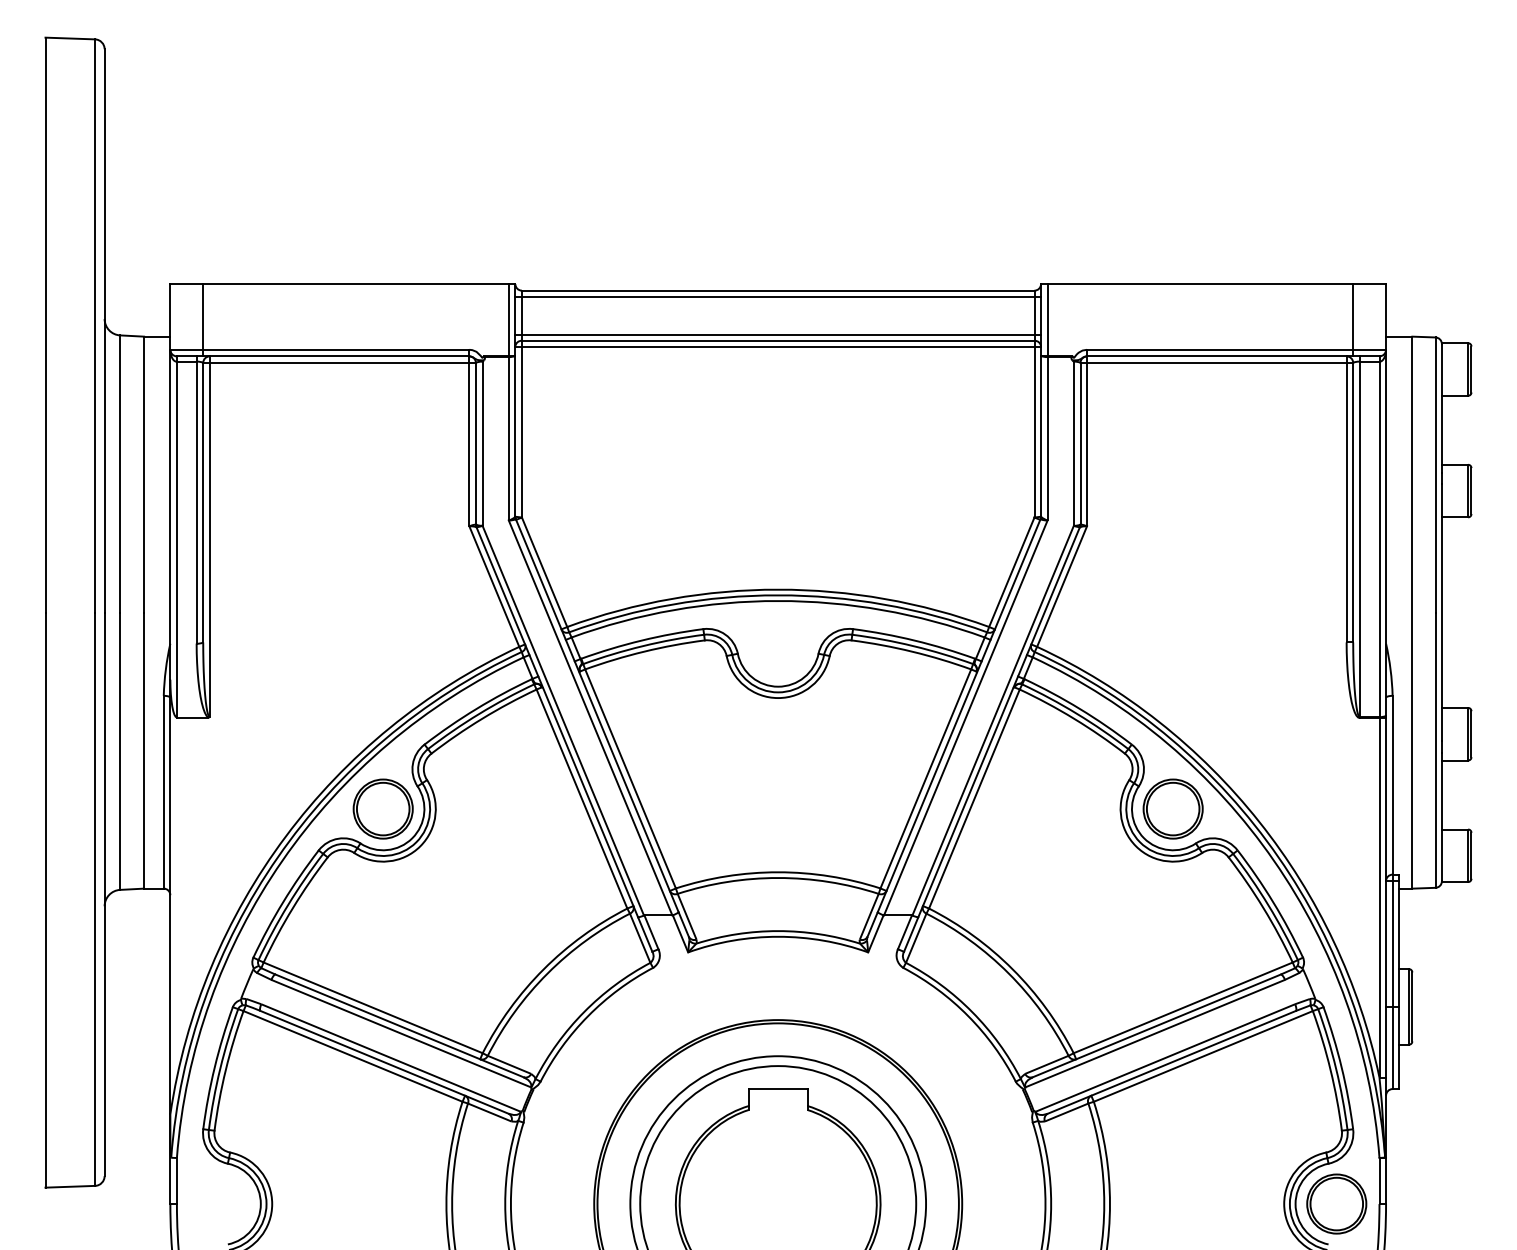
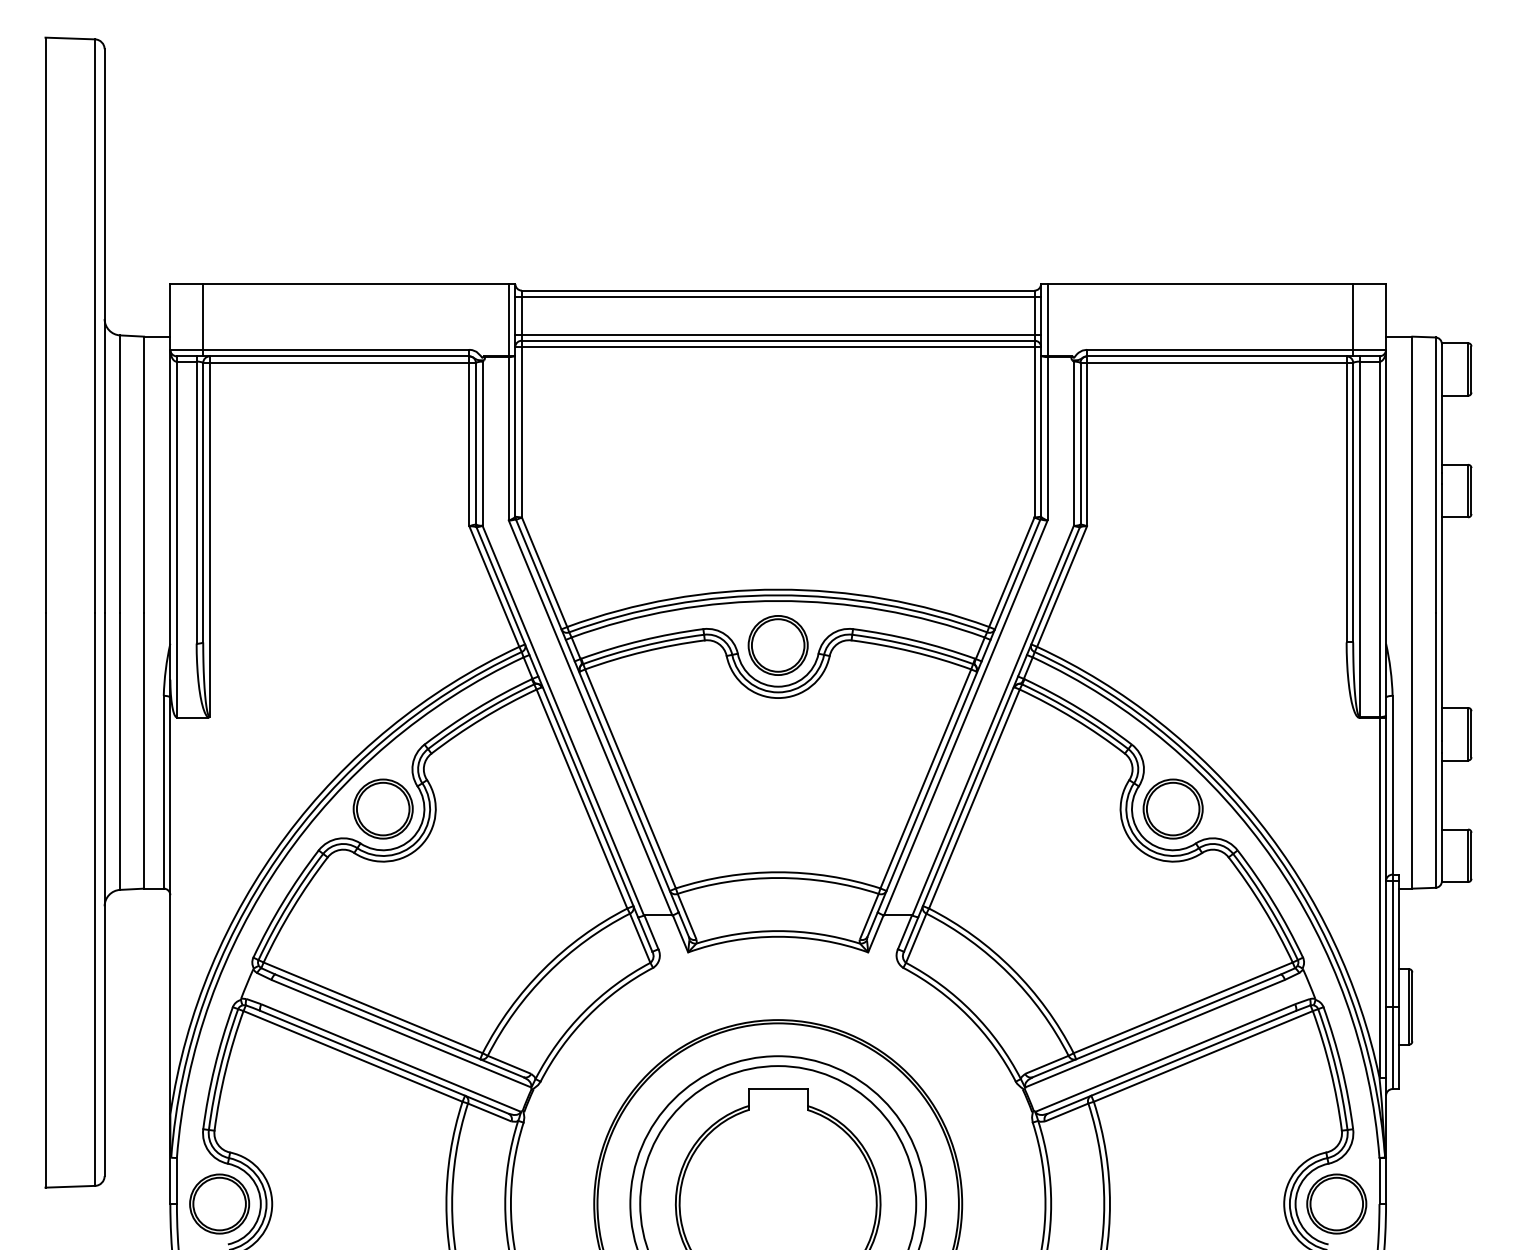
part at (777, 645): none -> present
part at (219, 1203): none -> present
